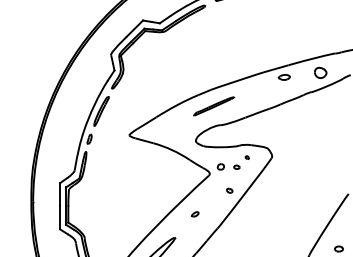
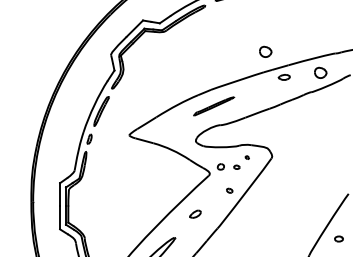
part at (265, 51): none -> present
part at (194, 214) size: 10x7 px -> 13x10 px
part at (338, 248) position: (338, 248) -> (338, 238)
